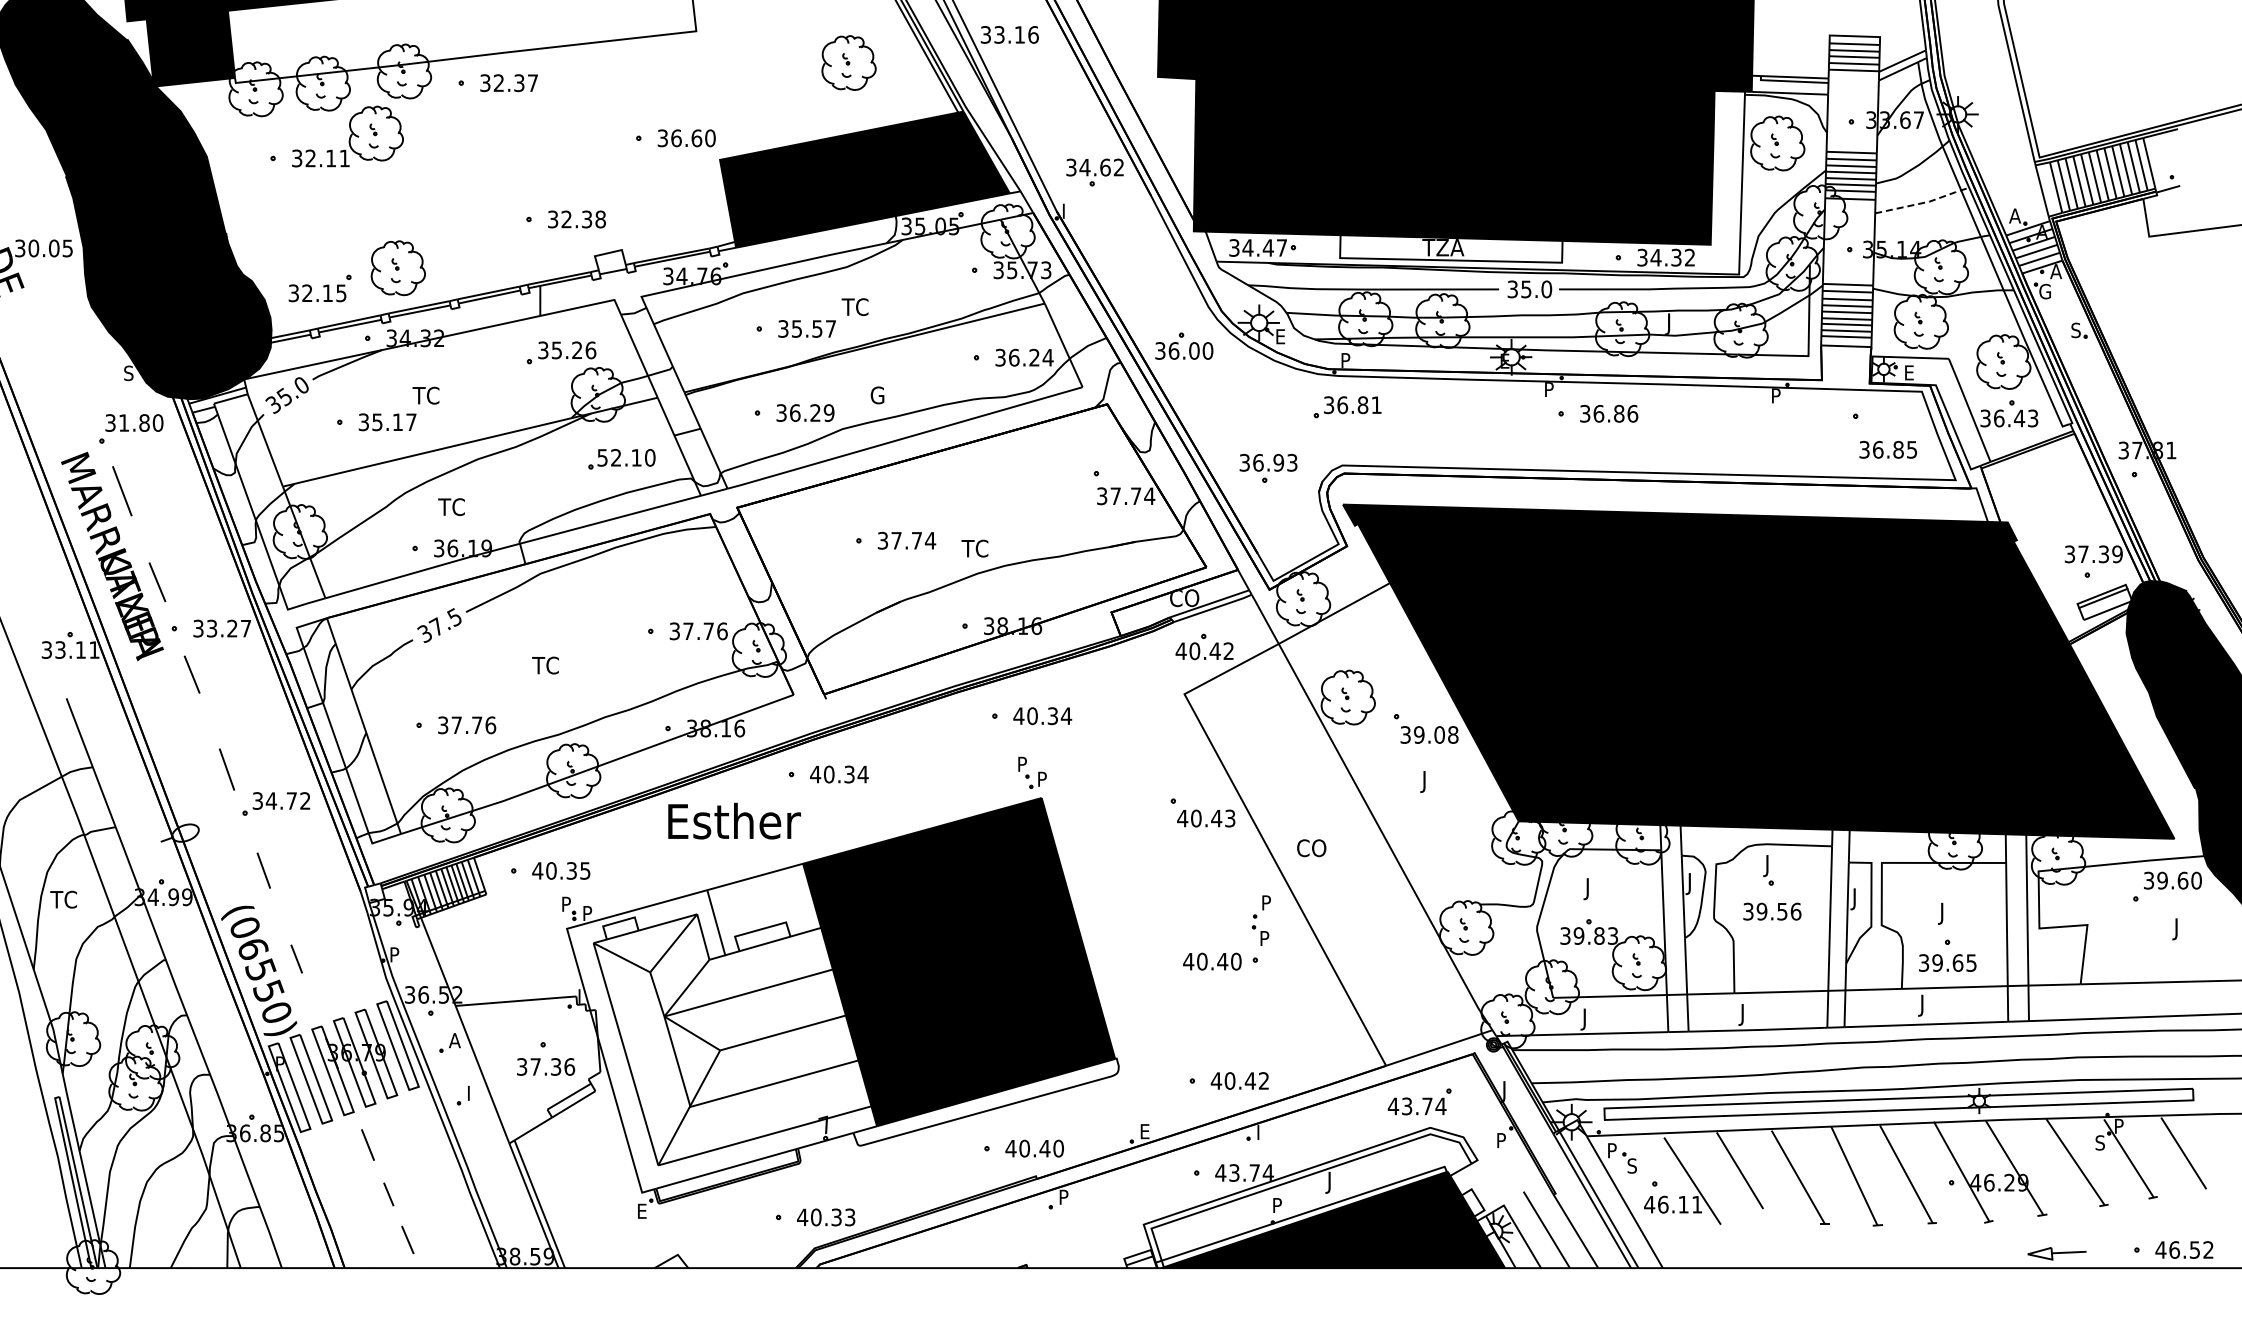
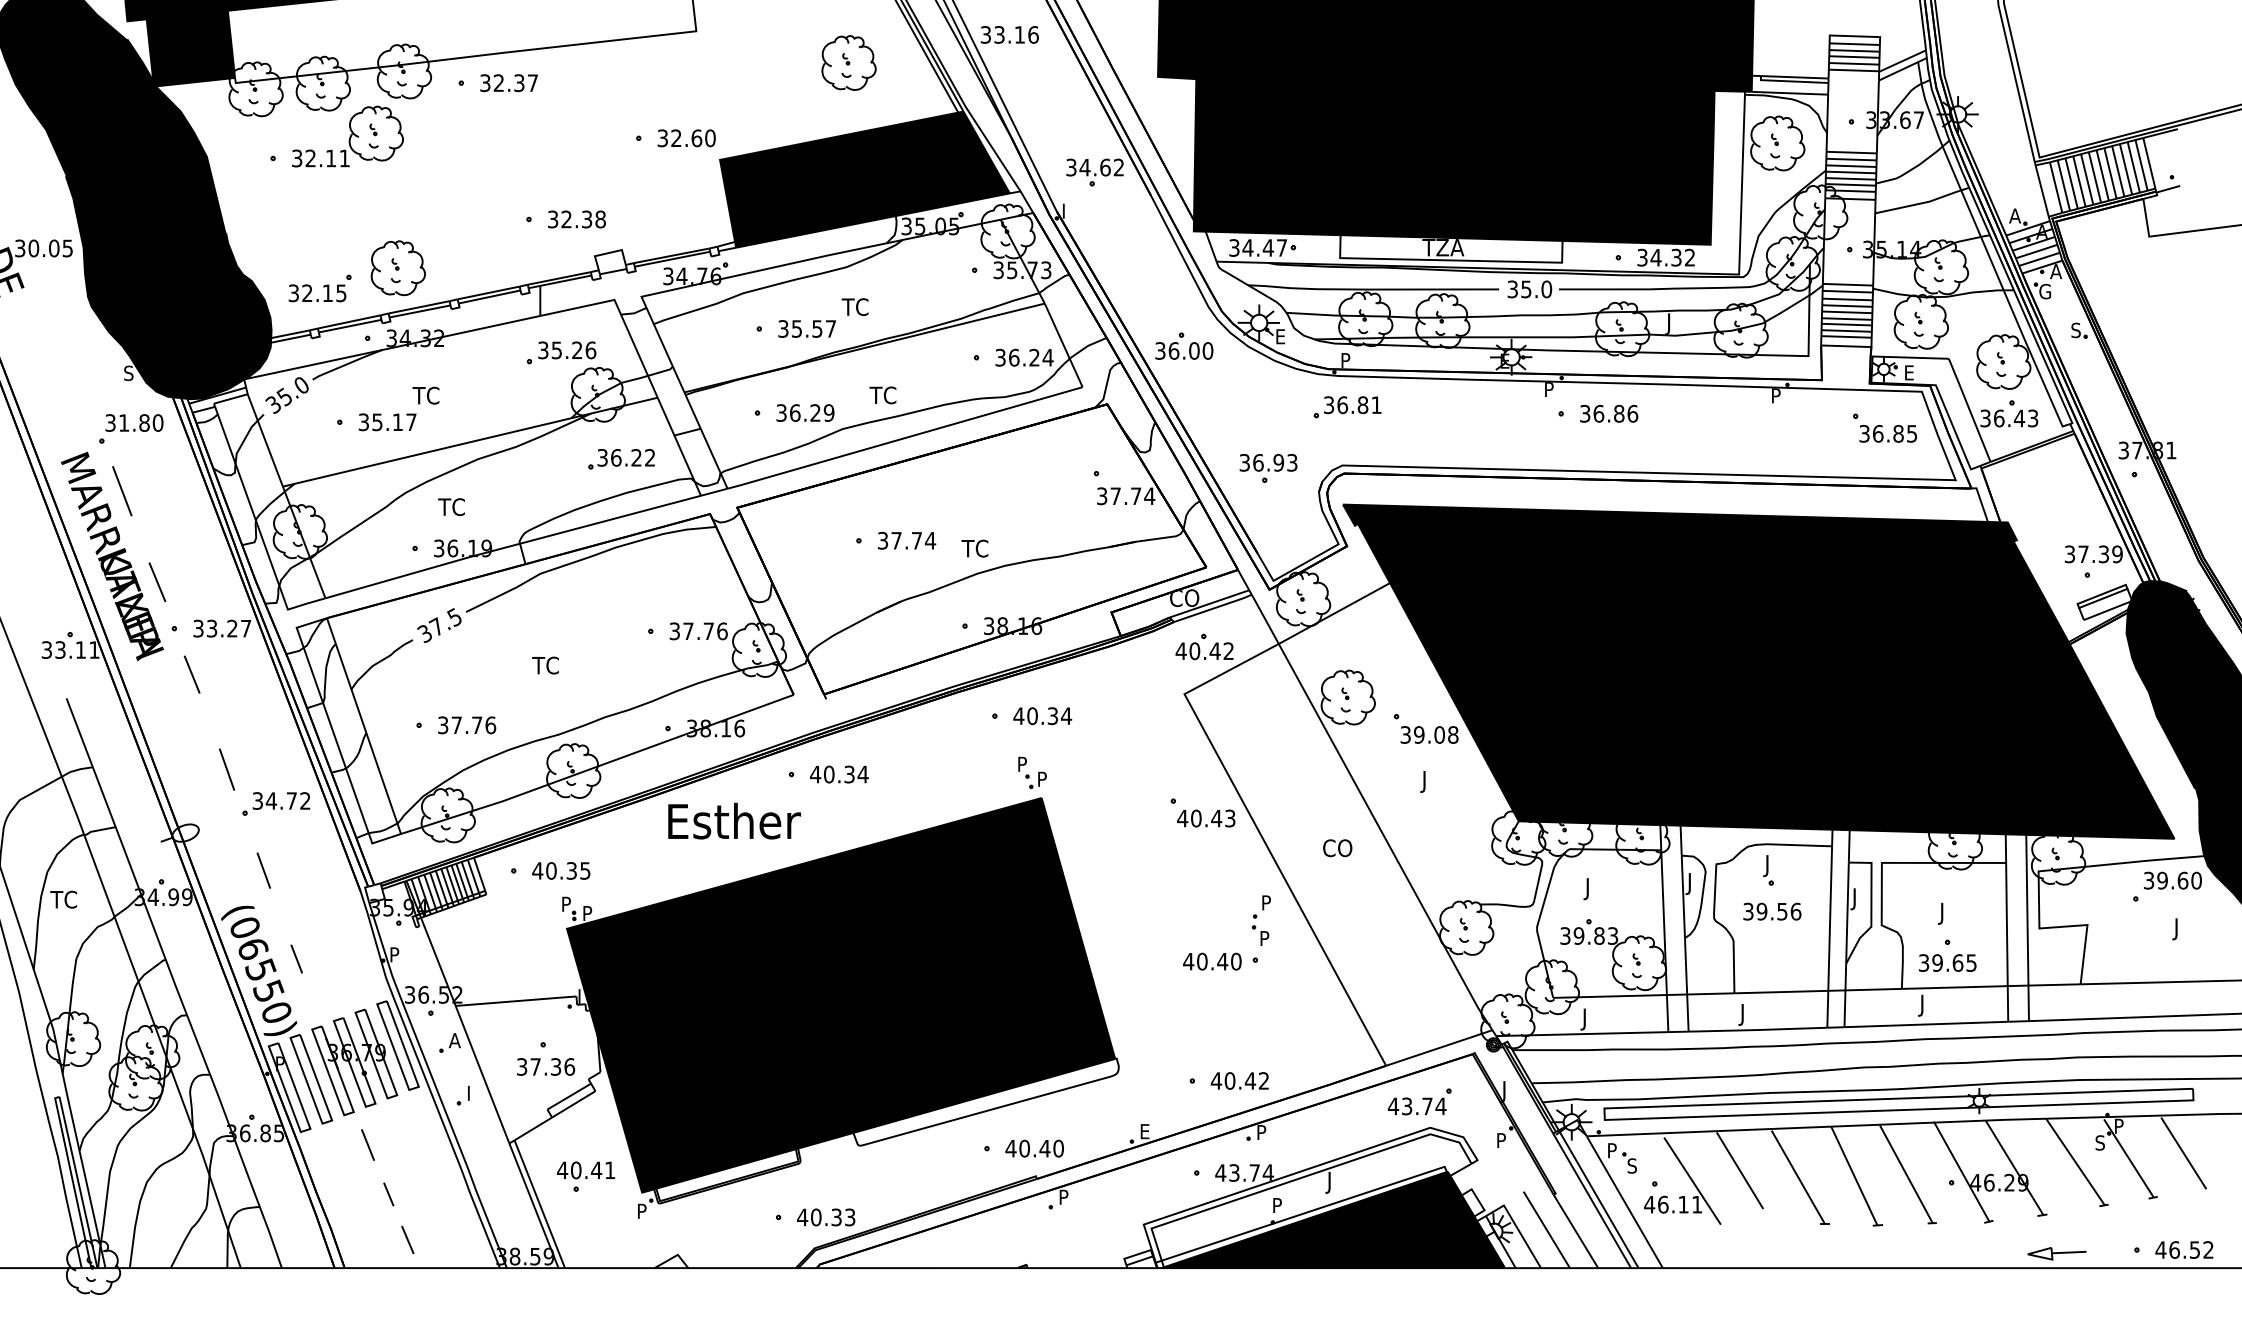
text at (676, 138): 36.60 -> 32.60
line at (1924, 202): dashed -> solid
text at (882, 395): G -> TC
text at (1887, 449) position: (1887, 449) -> (1887, 433)
text at (626, 457): 52.10 -> 36.22
text at (1311, 848) position: (1311, 848) -> (1337, 848)
fill at (722, 1027): none -> present
text at (1262, 1129): I -> P
part at (585, 1176): none -> present
text at (642, 1210): E -> P
